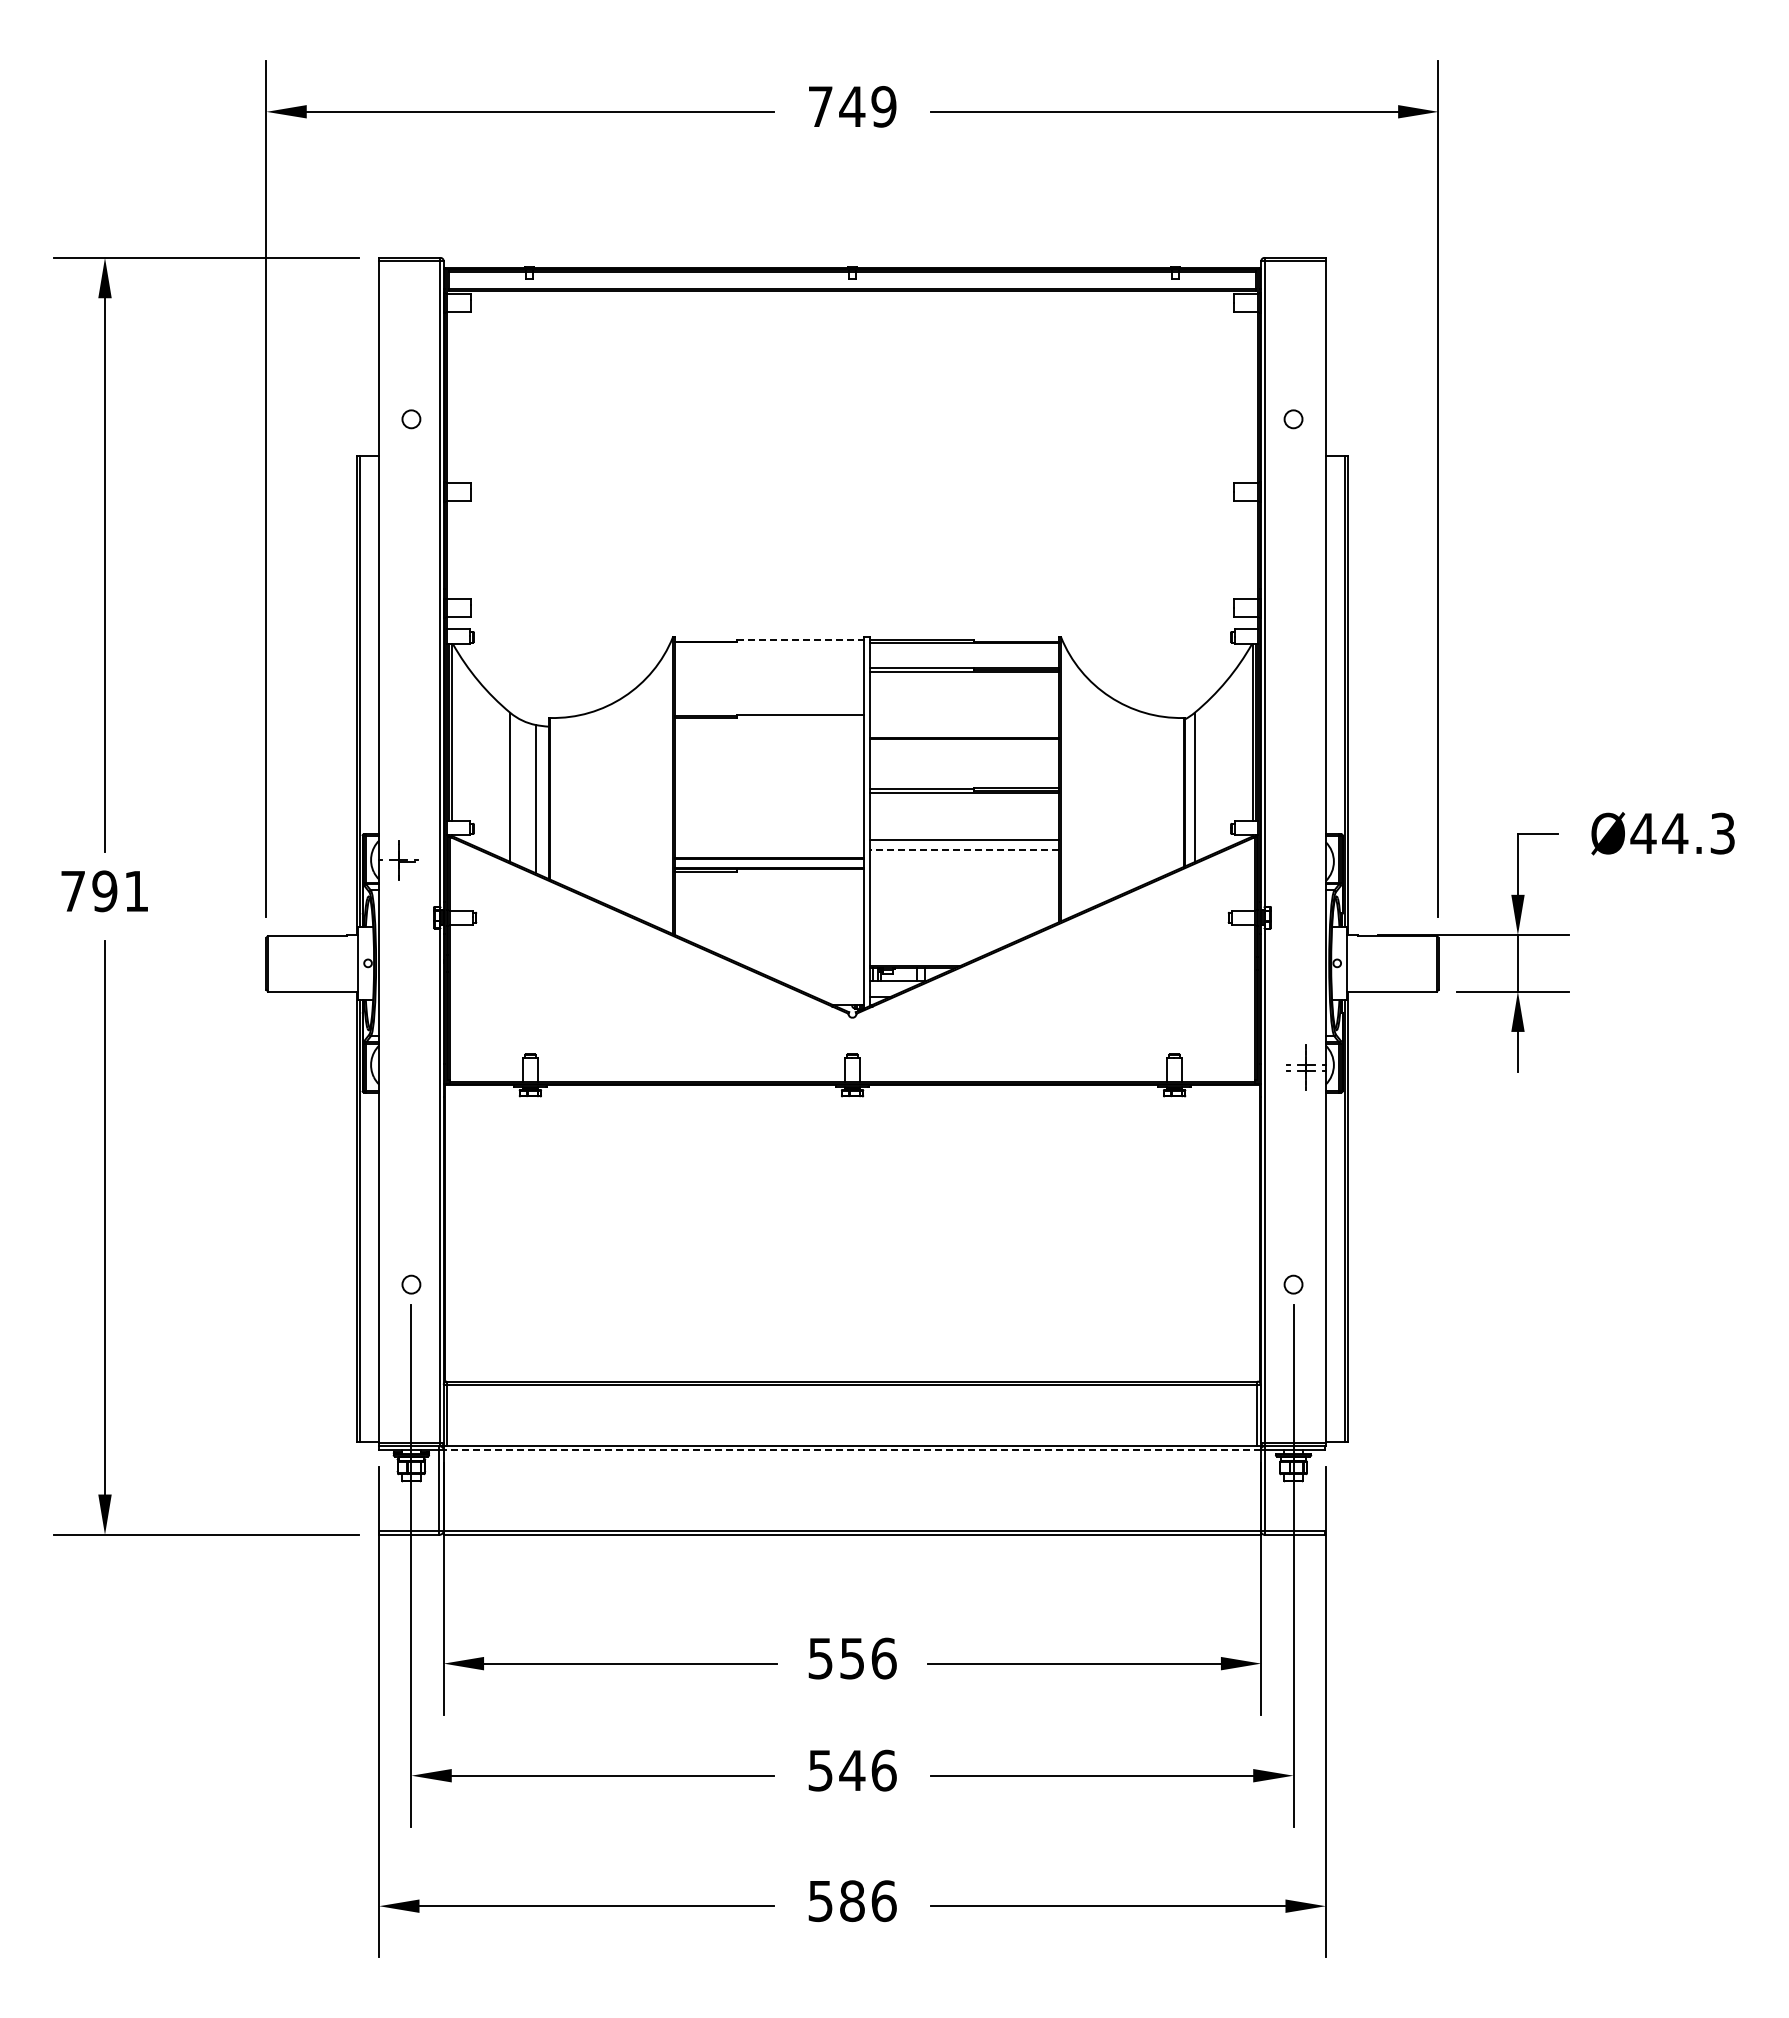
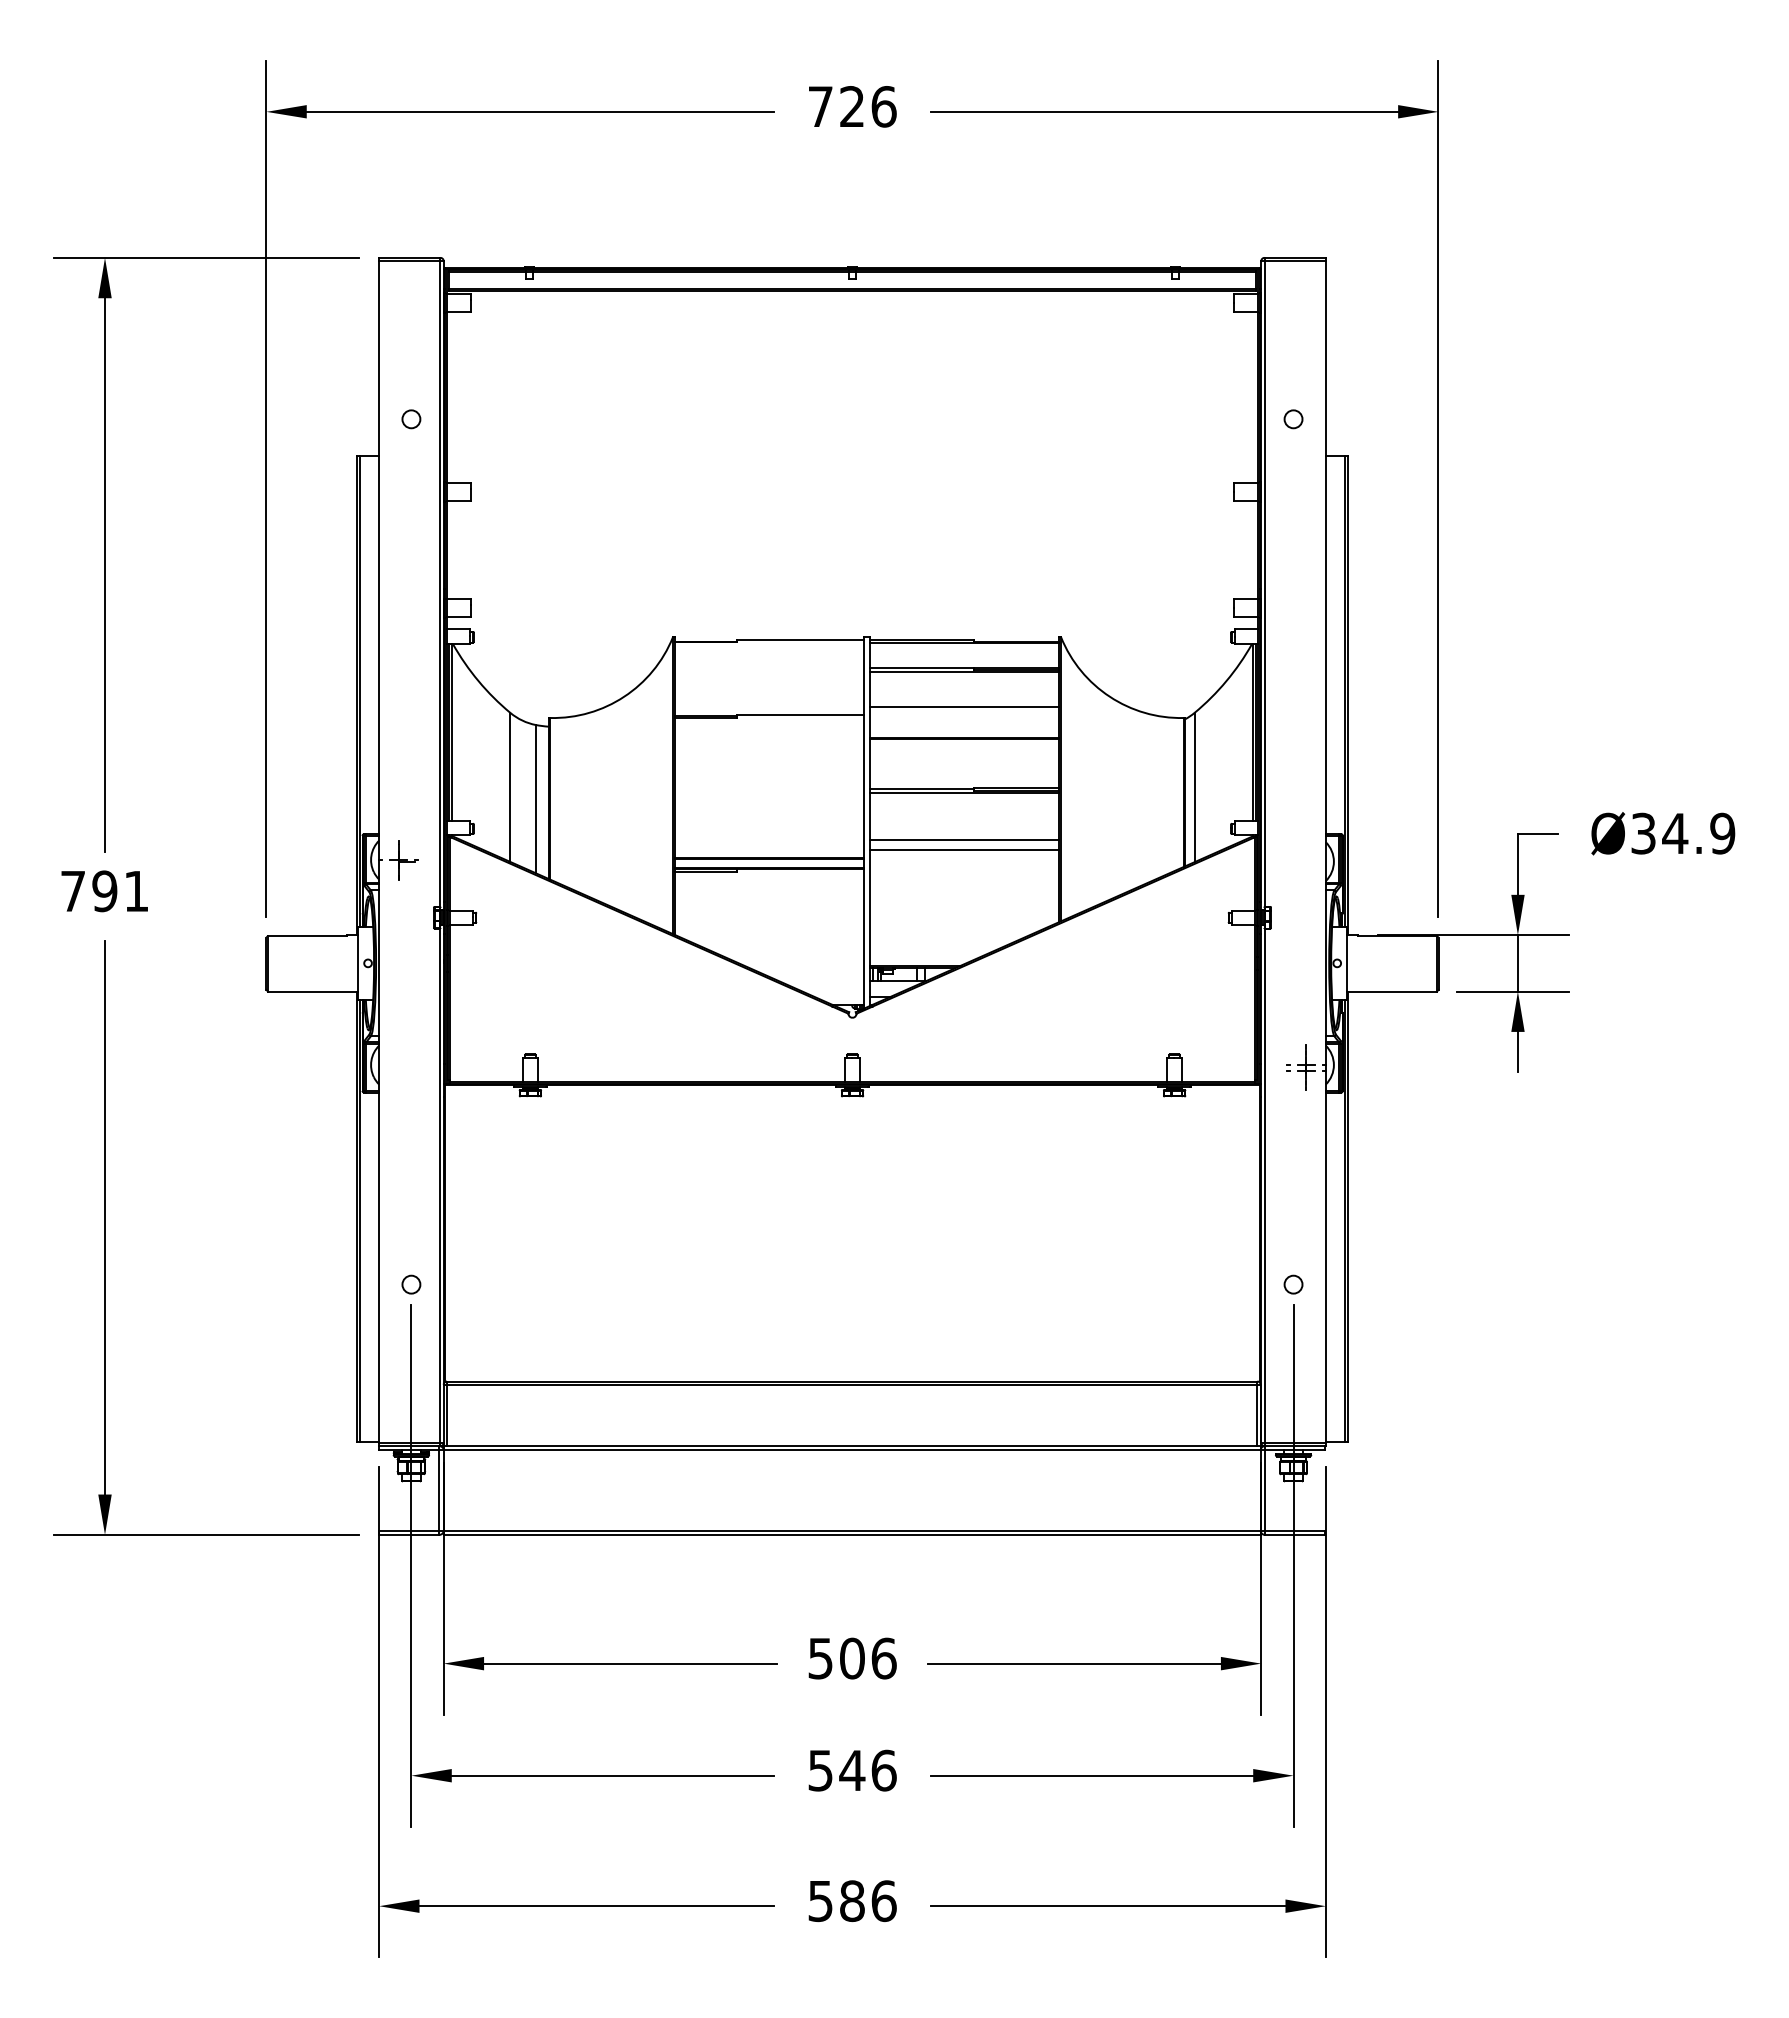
text at (867, 106): 749 -> 726
line at (800, 640): dashed -> solid
line at (964, 707): none -> present
text at (1682, 833): Ø44.3 -> Ø34.9
line at (964, 849): dashed -> solid
line at (851, 1450): dashed -> solid
text at (852, 1658): 556 -> 506
